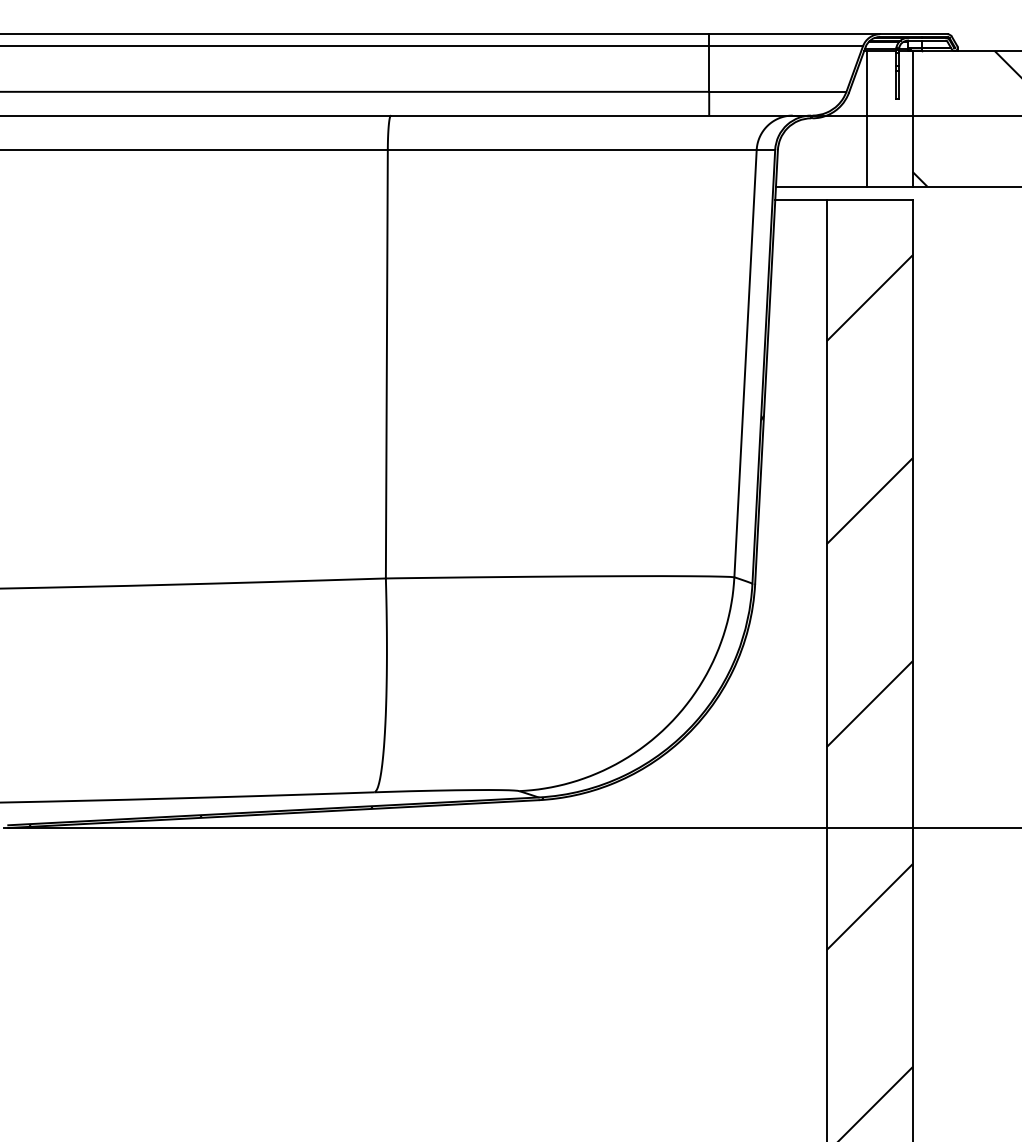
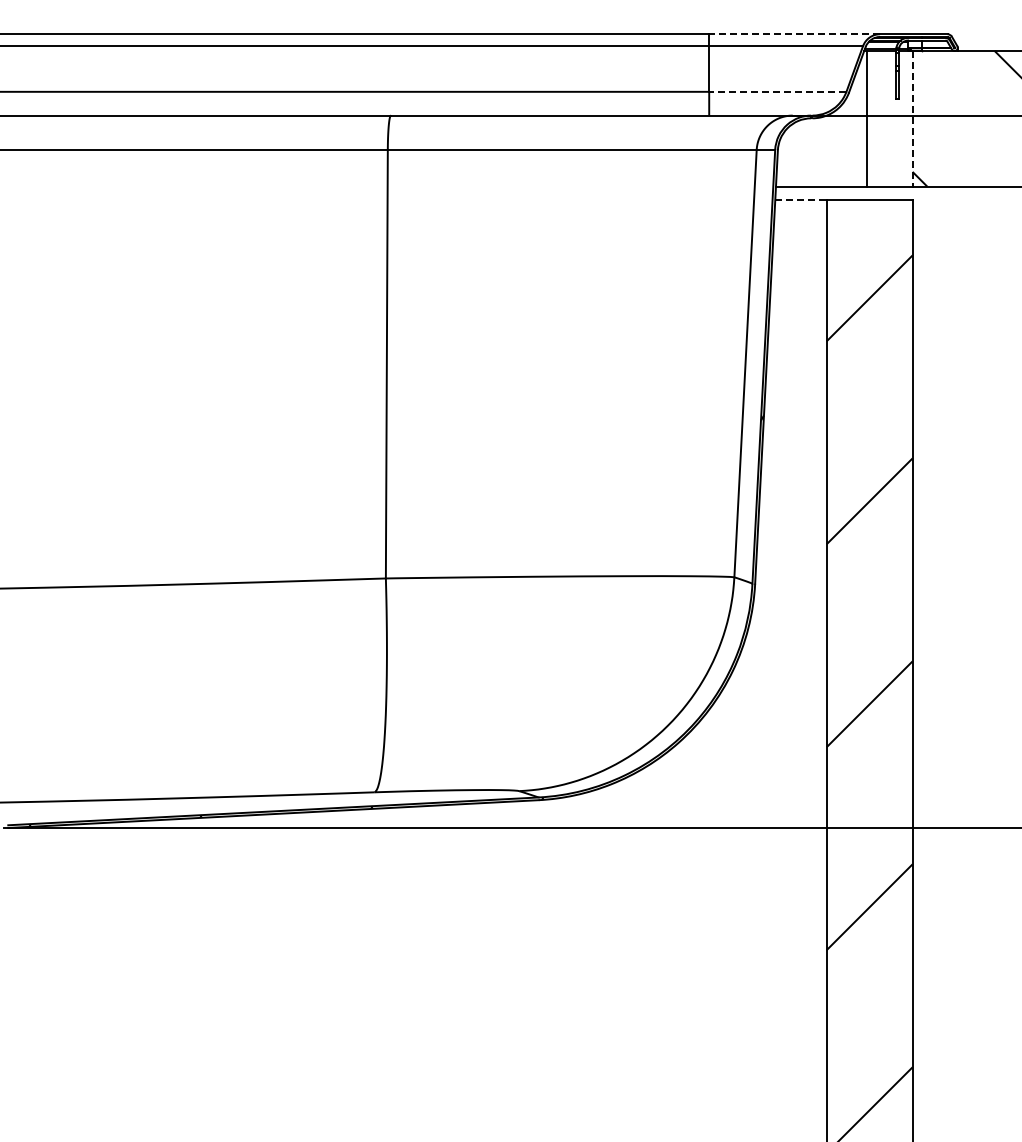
line at (794, 34): solid -> dashed
line at (777, 91): solid -> dashed
line at (912, 118): solid -> dashed
line at (801, 200): solid -> dashed
